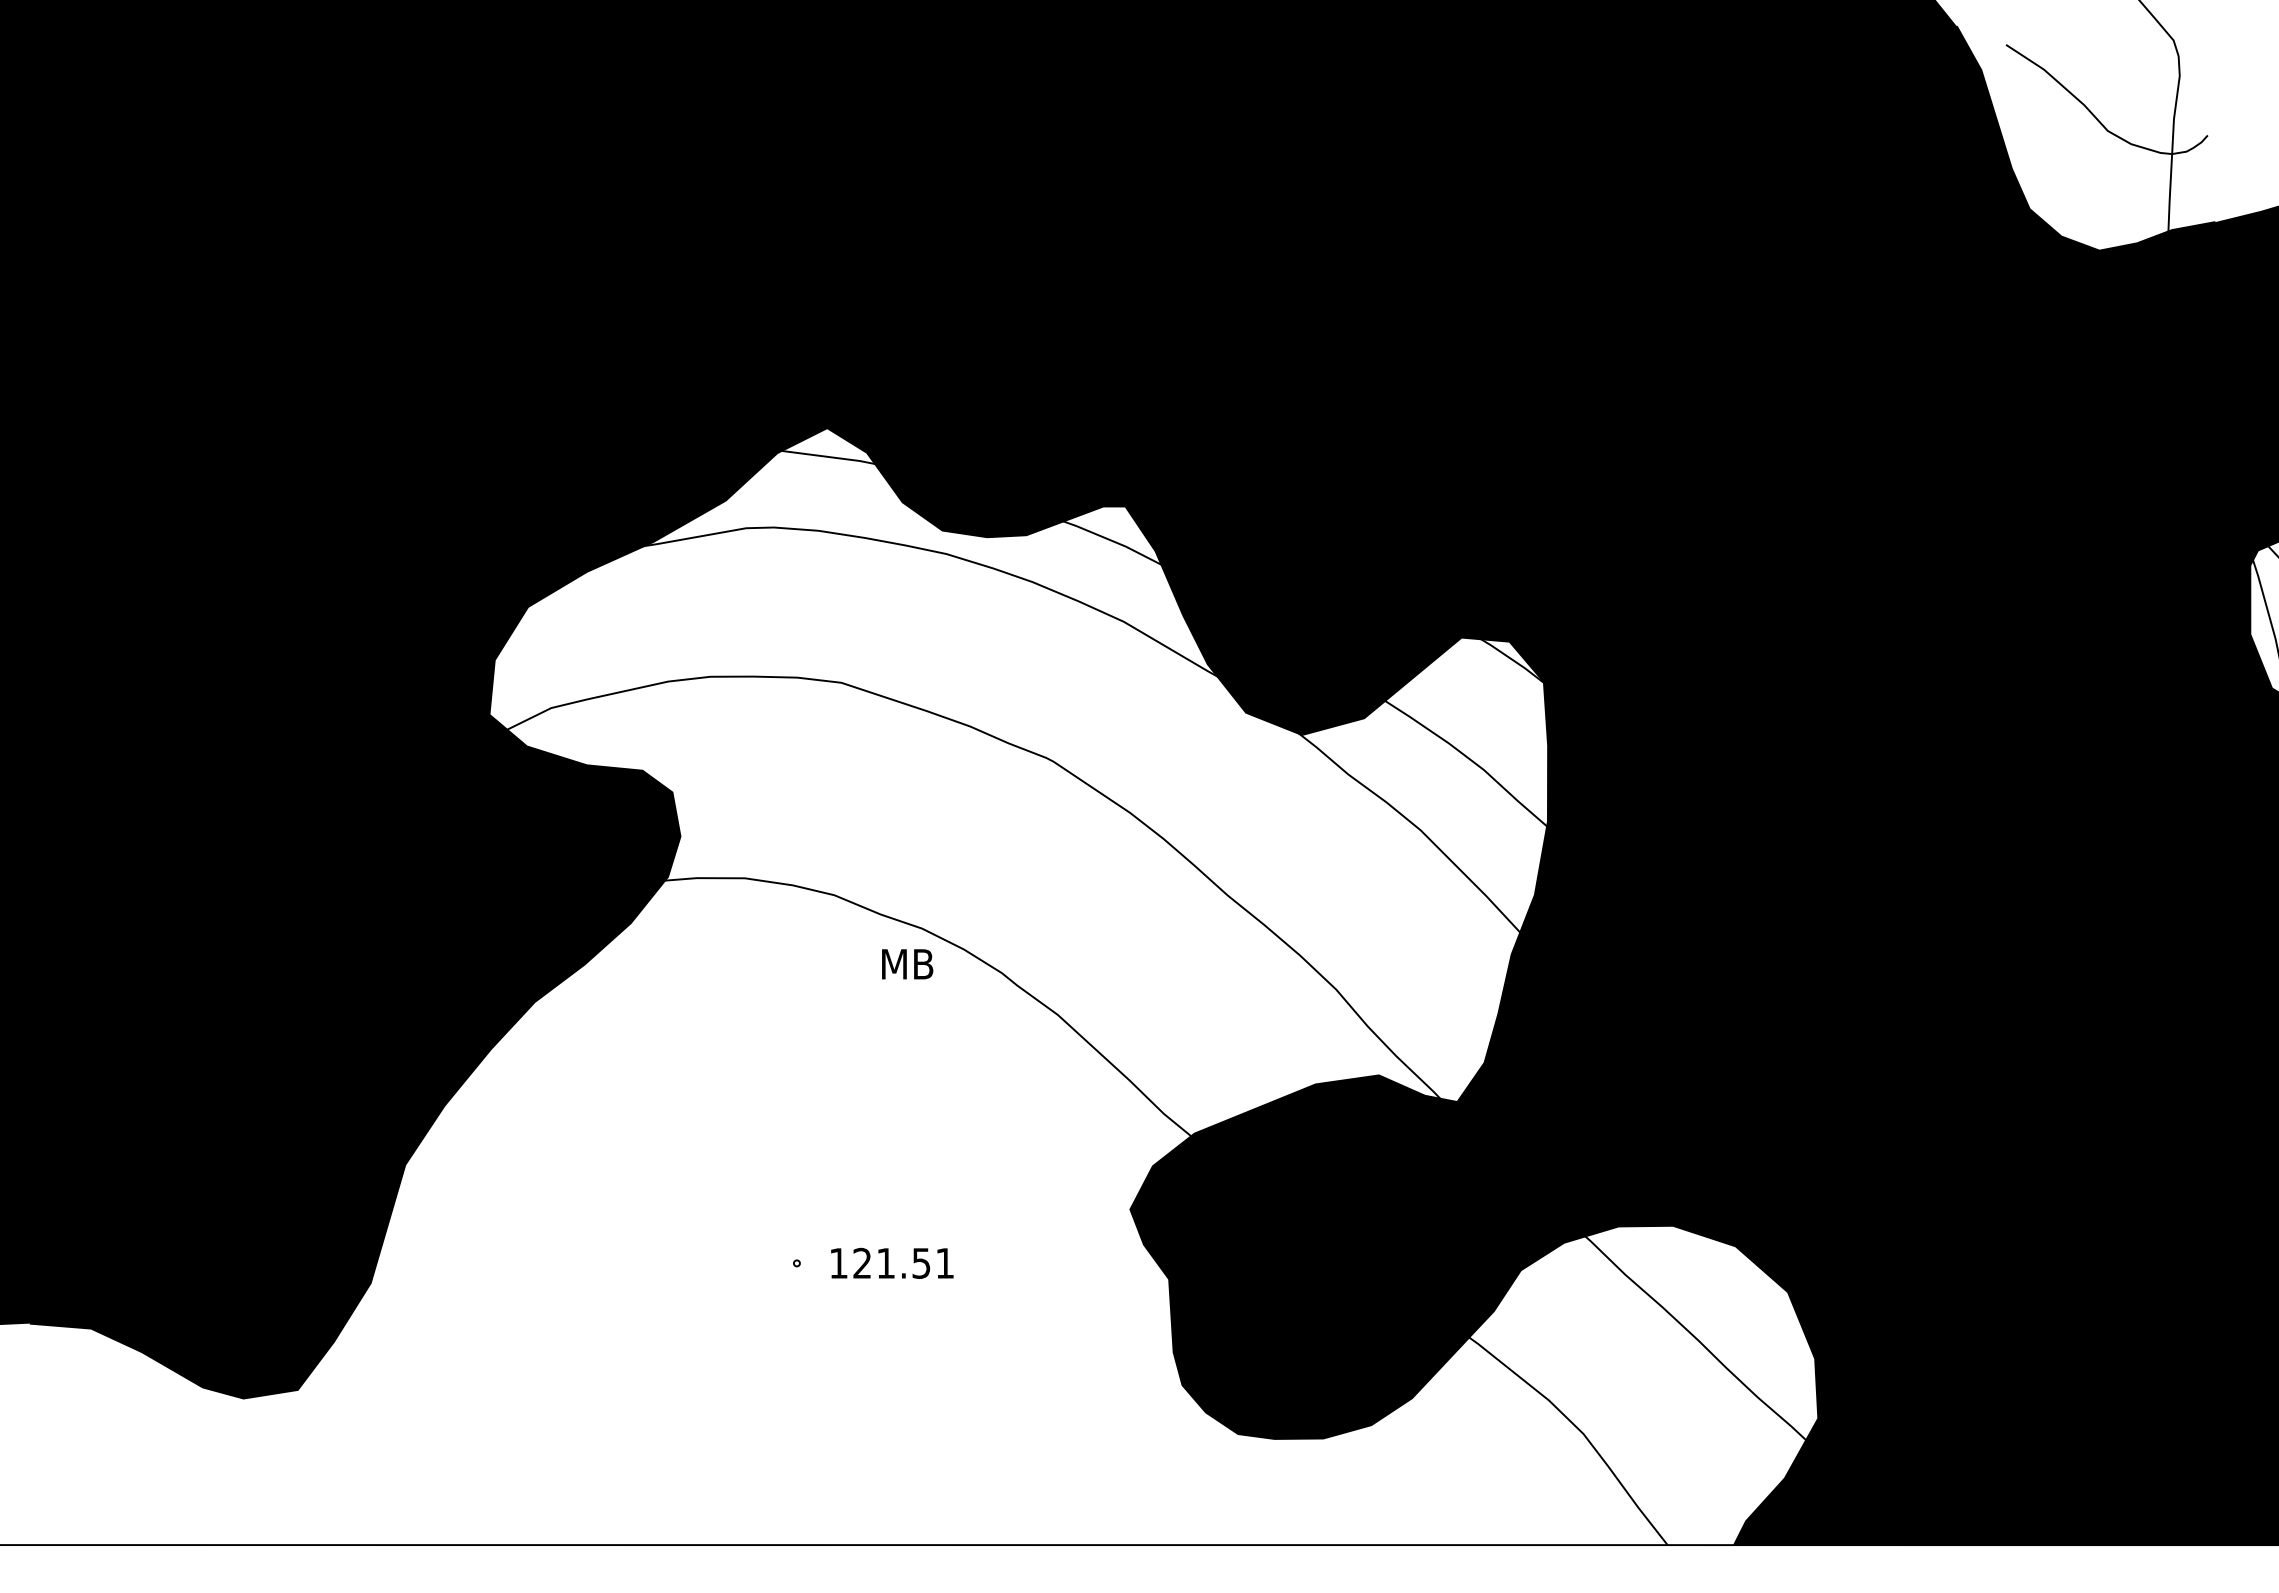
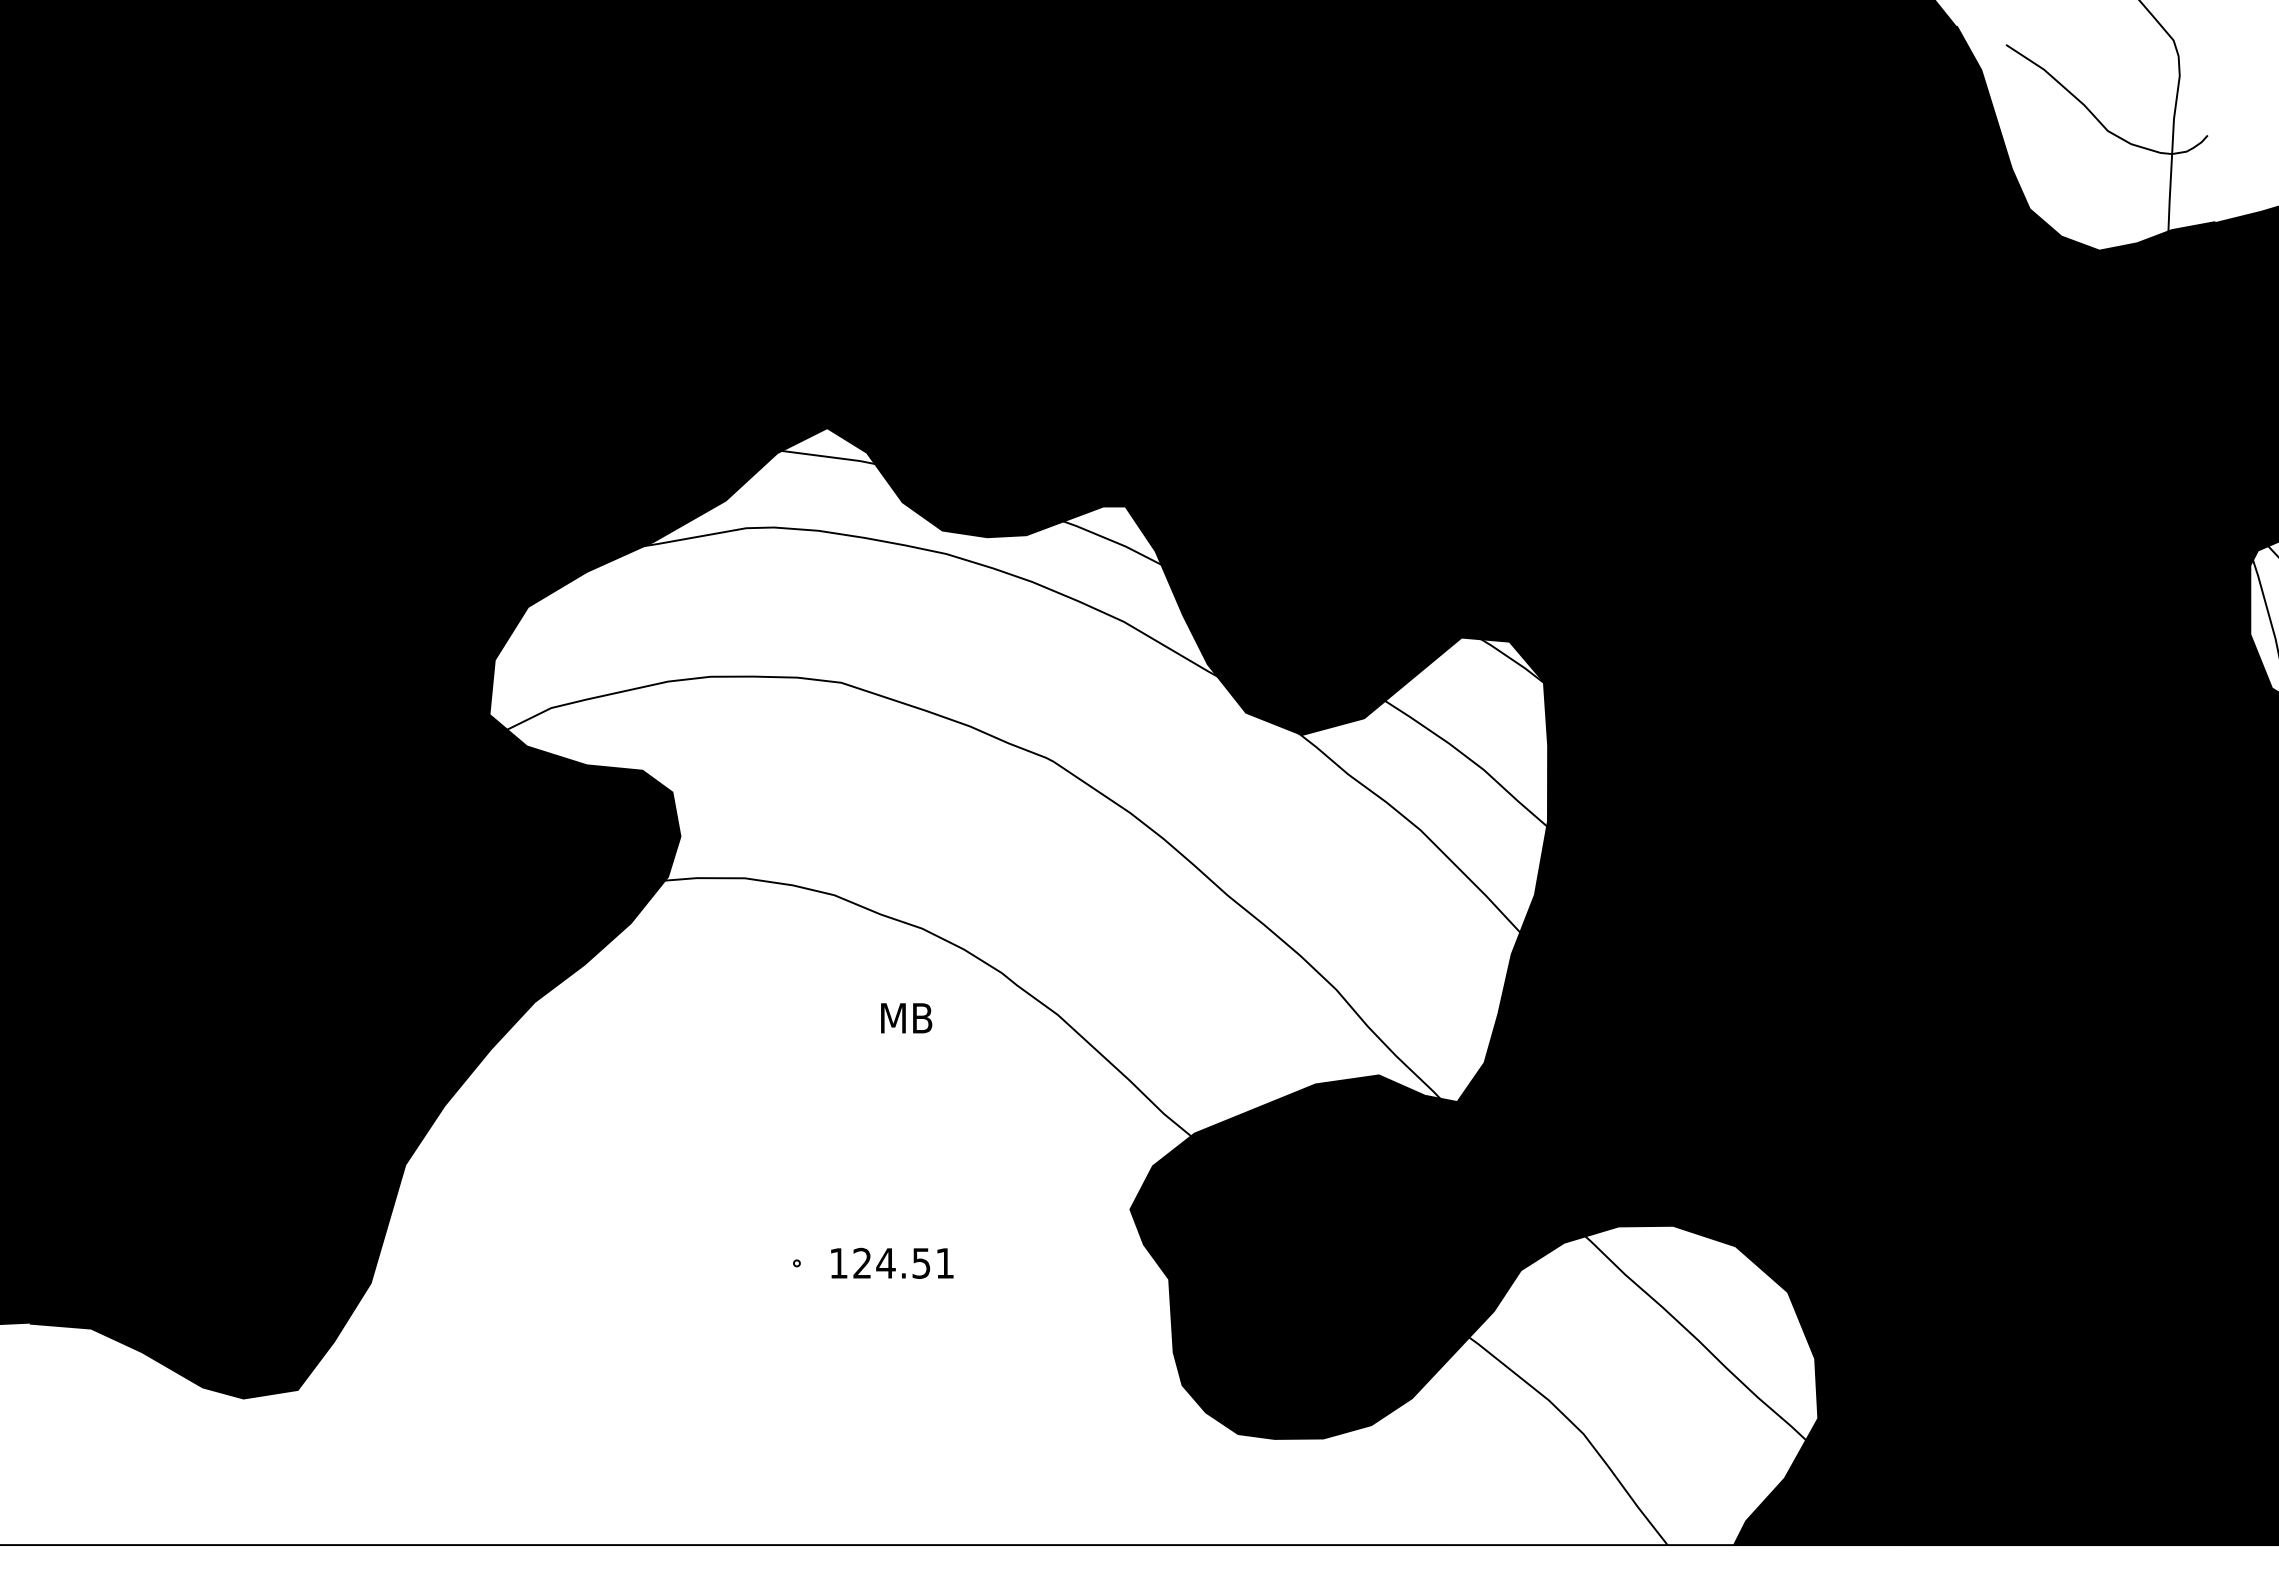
text at (907, 964) position: (907, 964) -> (906, 1018)
text at (885, 1263): 121.51 -> 124.51
